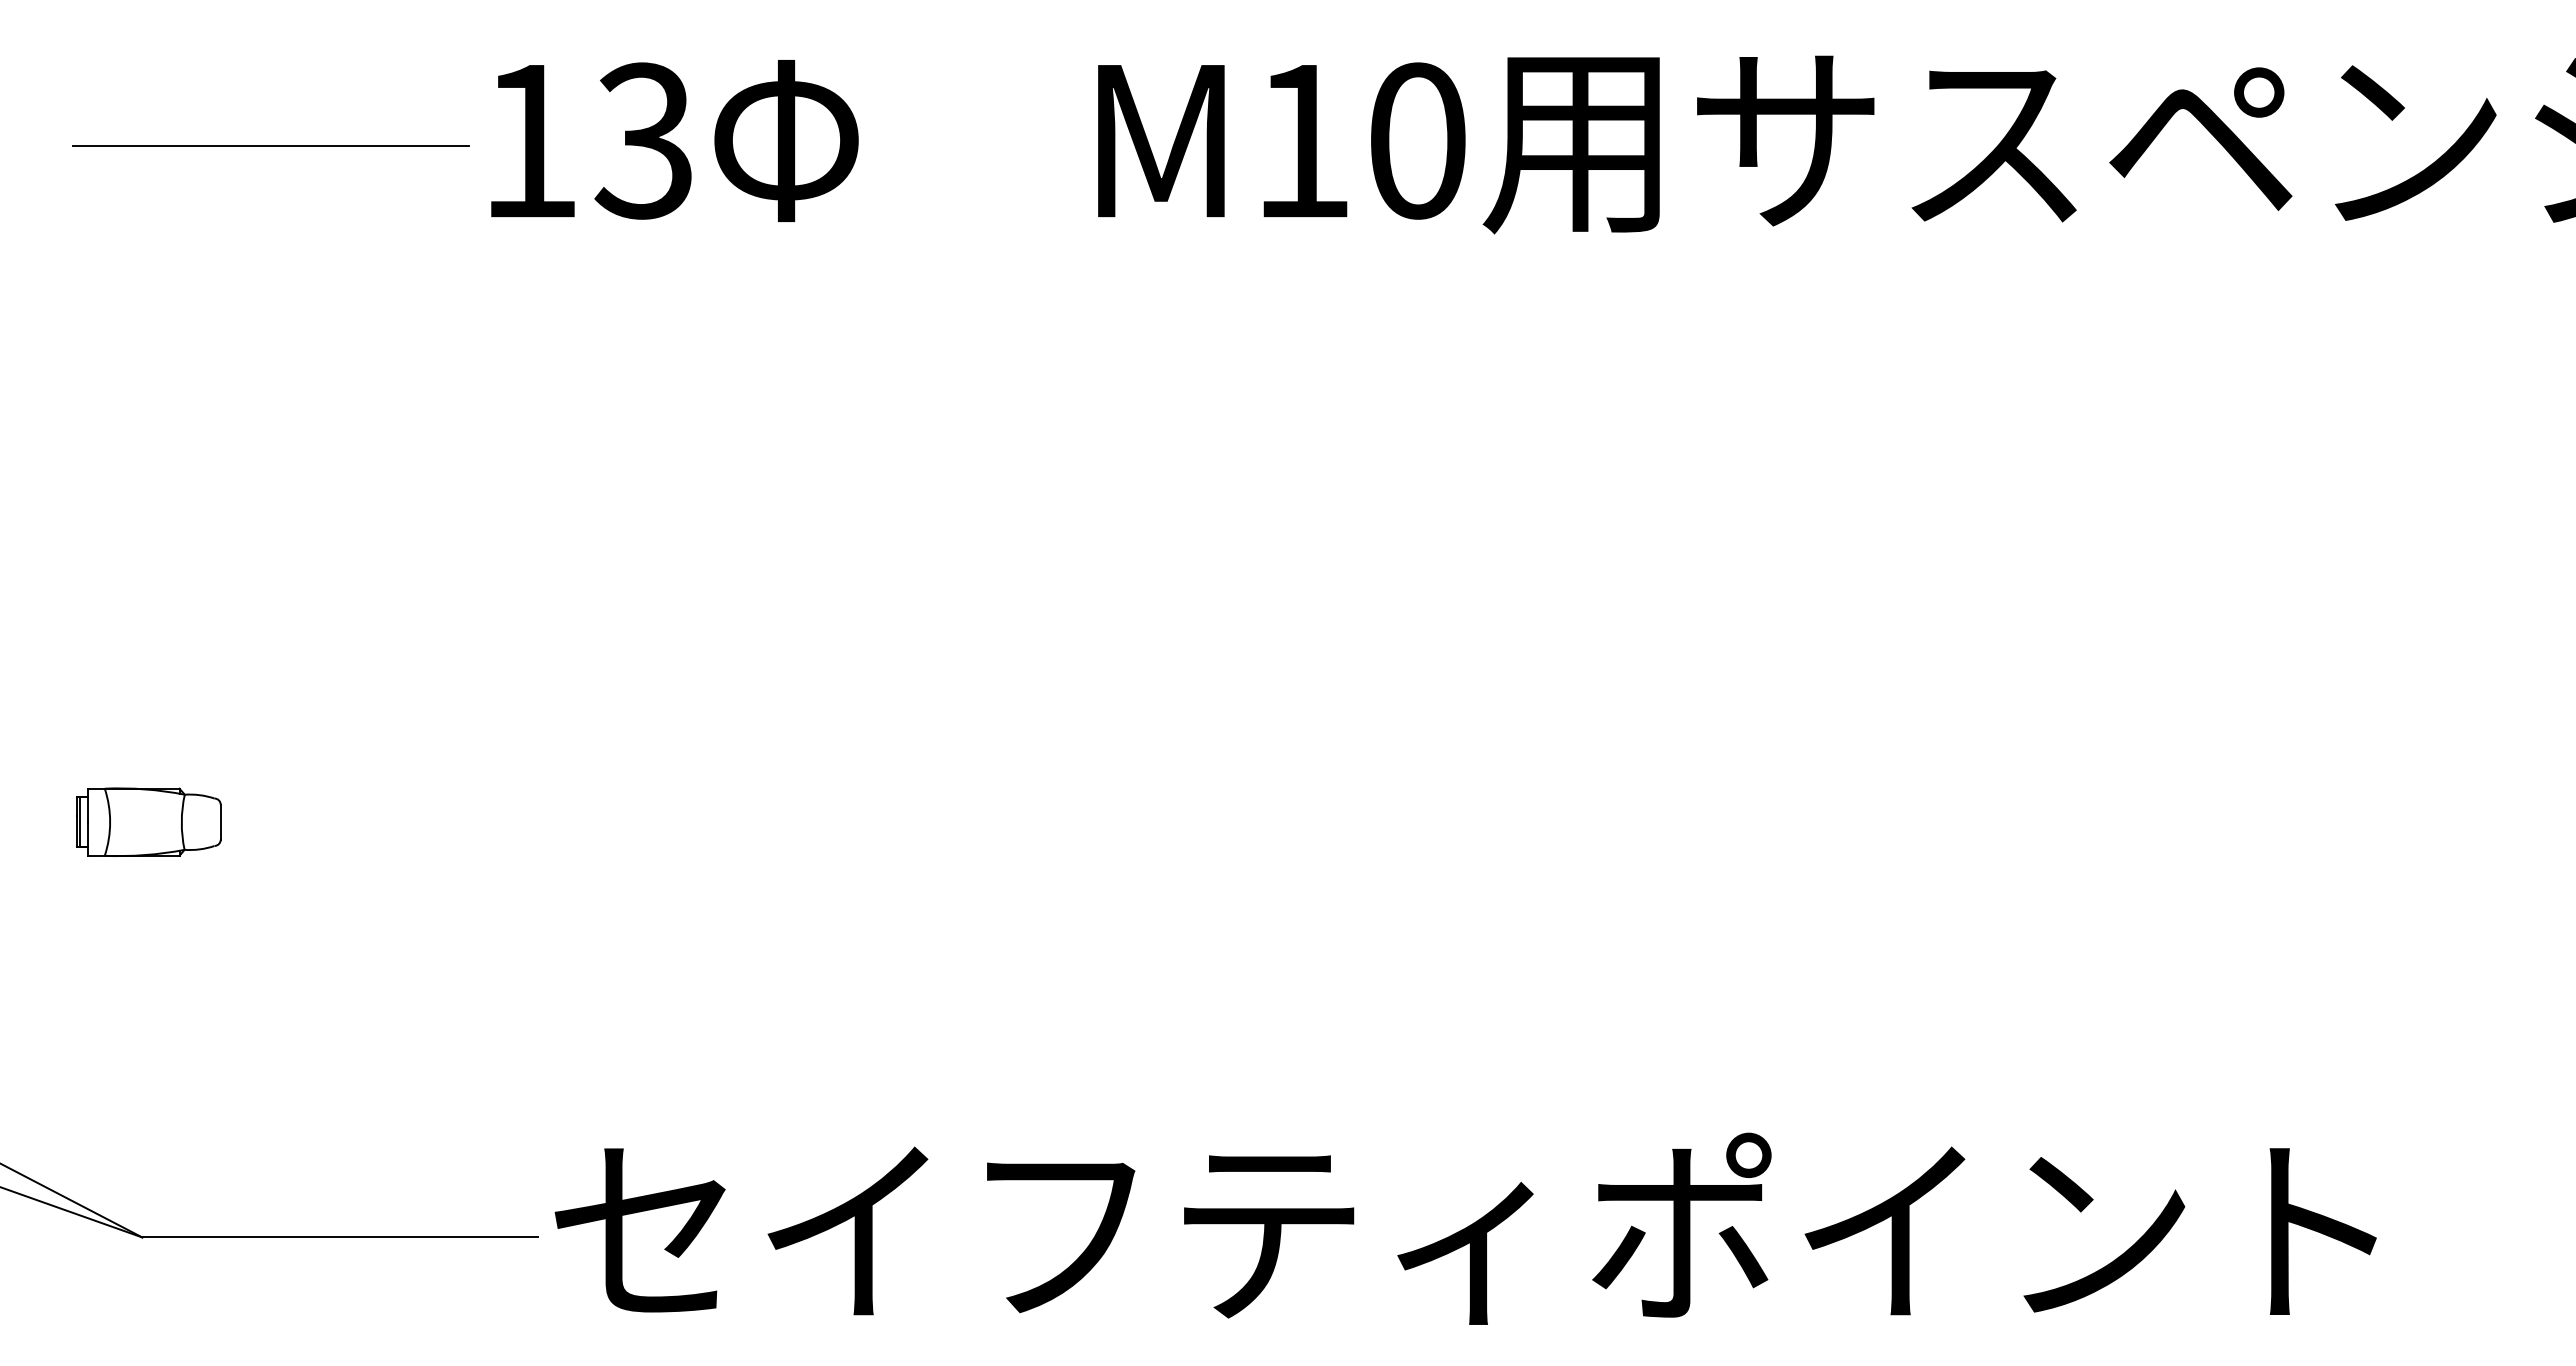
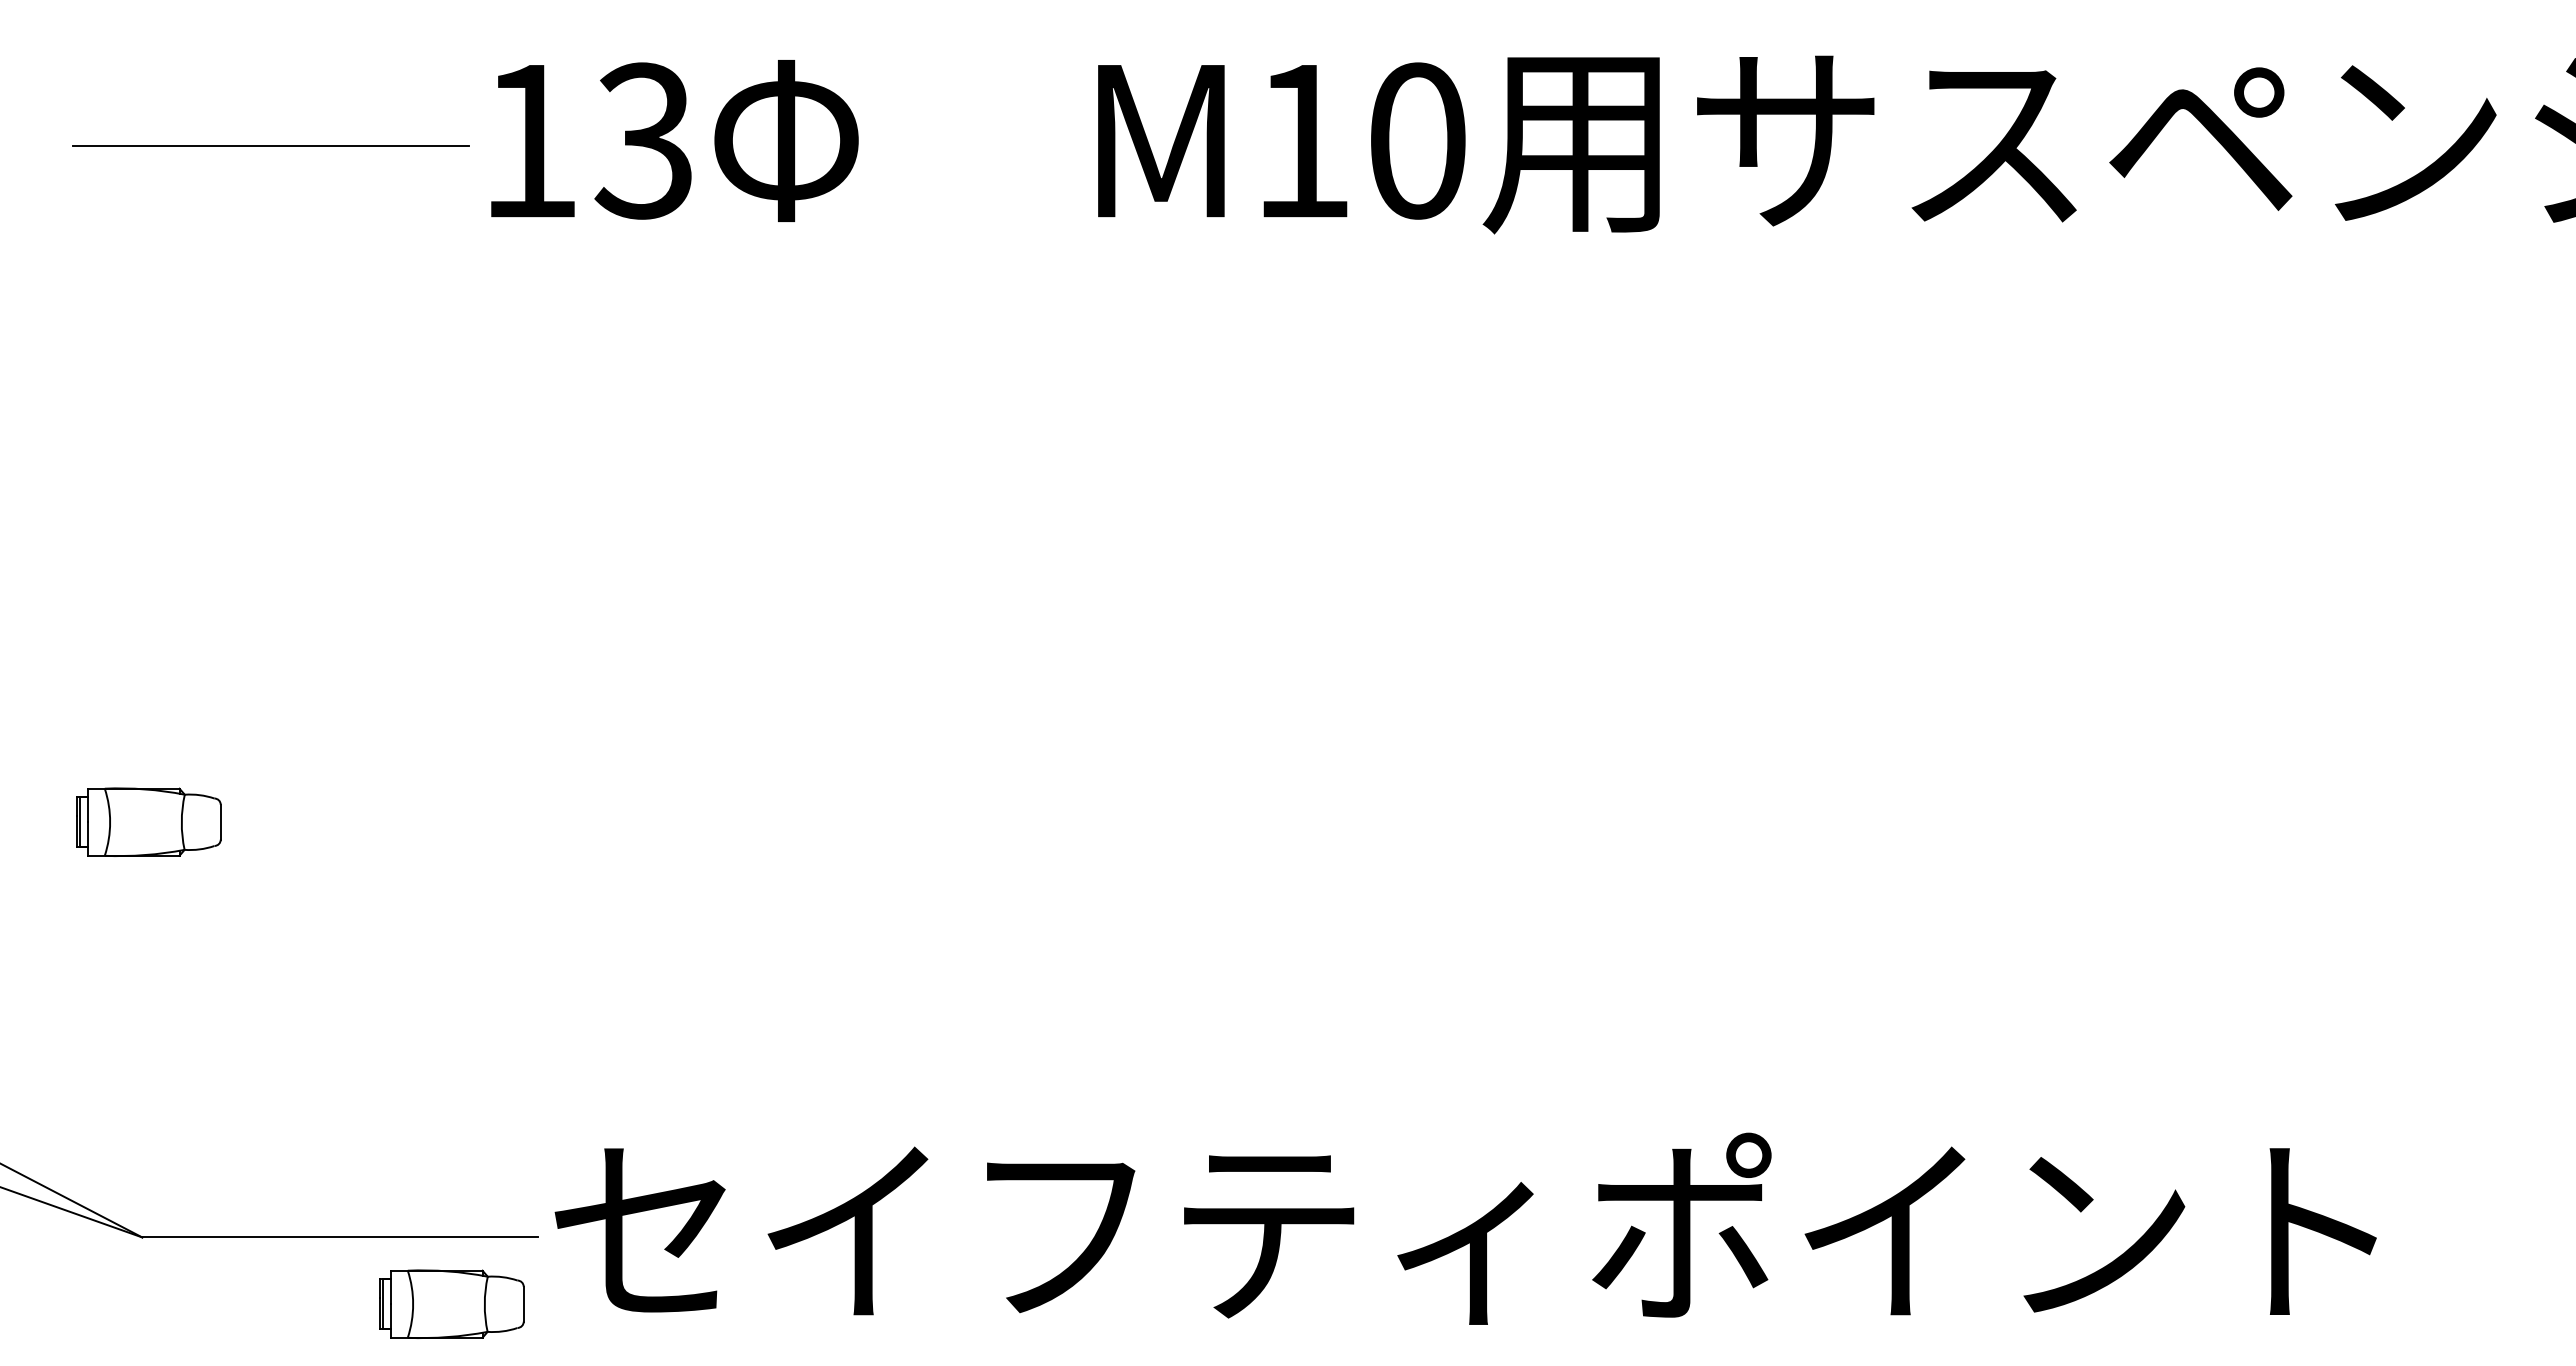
part at (451, 1303): none -> present
